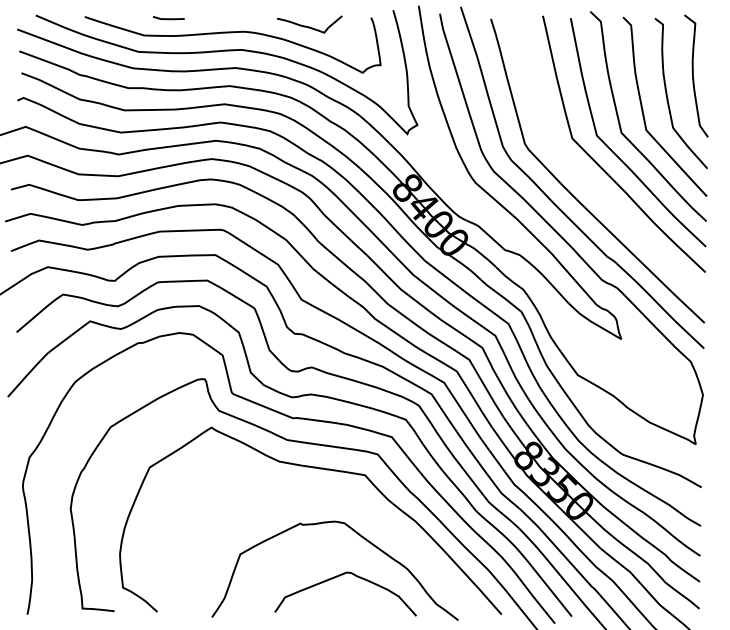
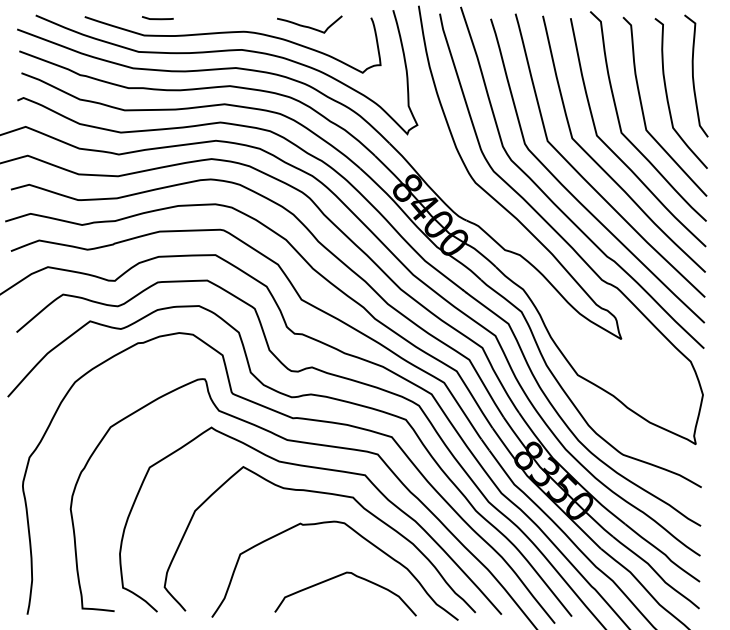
line at (168, 18) position: (168, 18) -> (157, 18)
curve at (585, 178): none -> present
curve at (326, 494): none -> present
